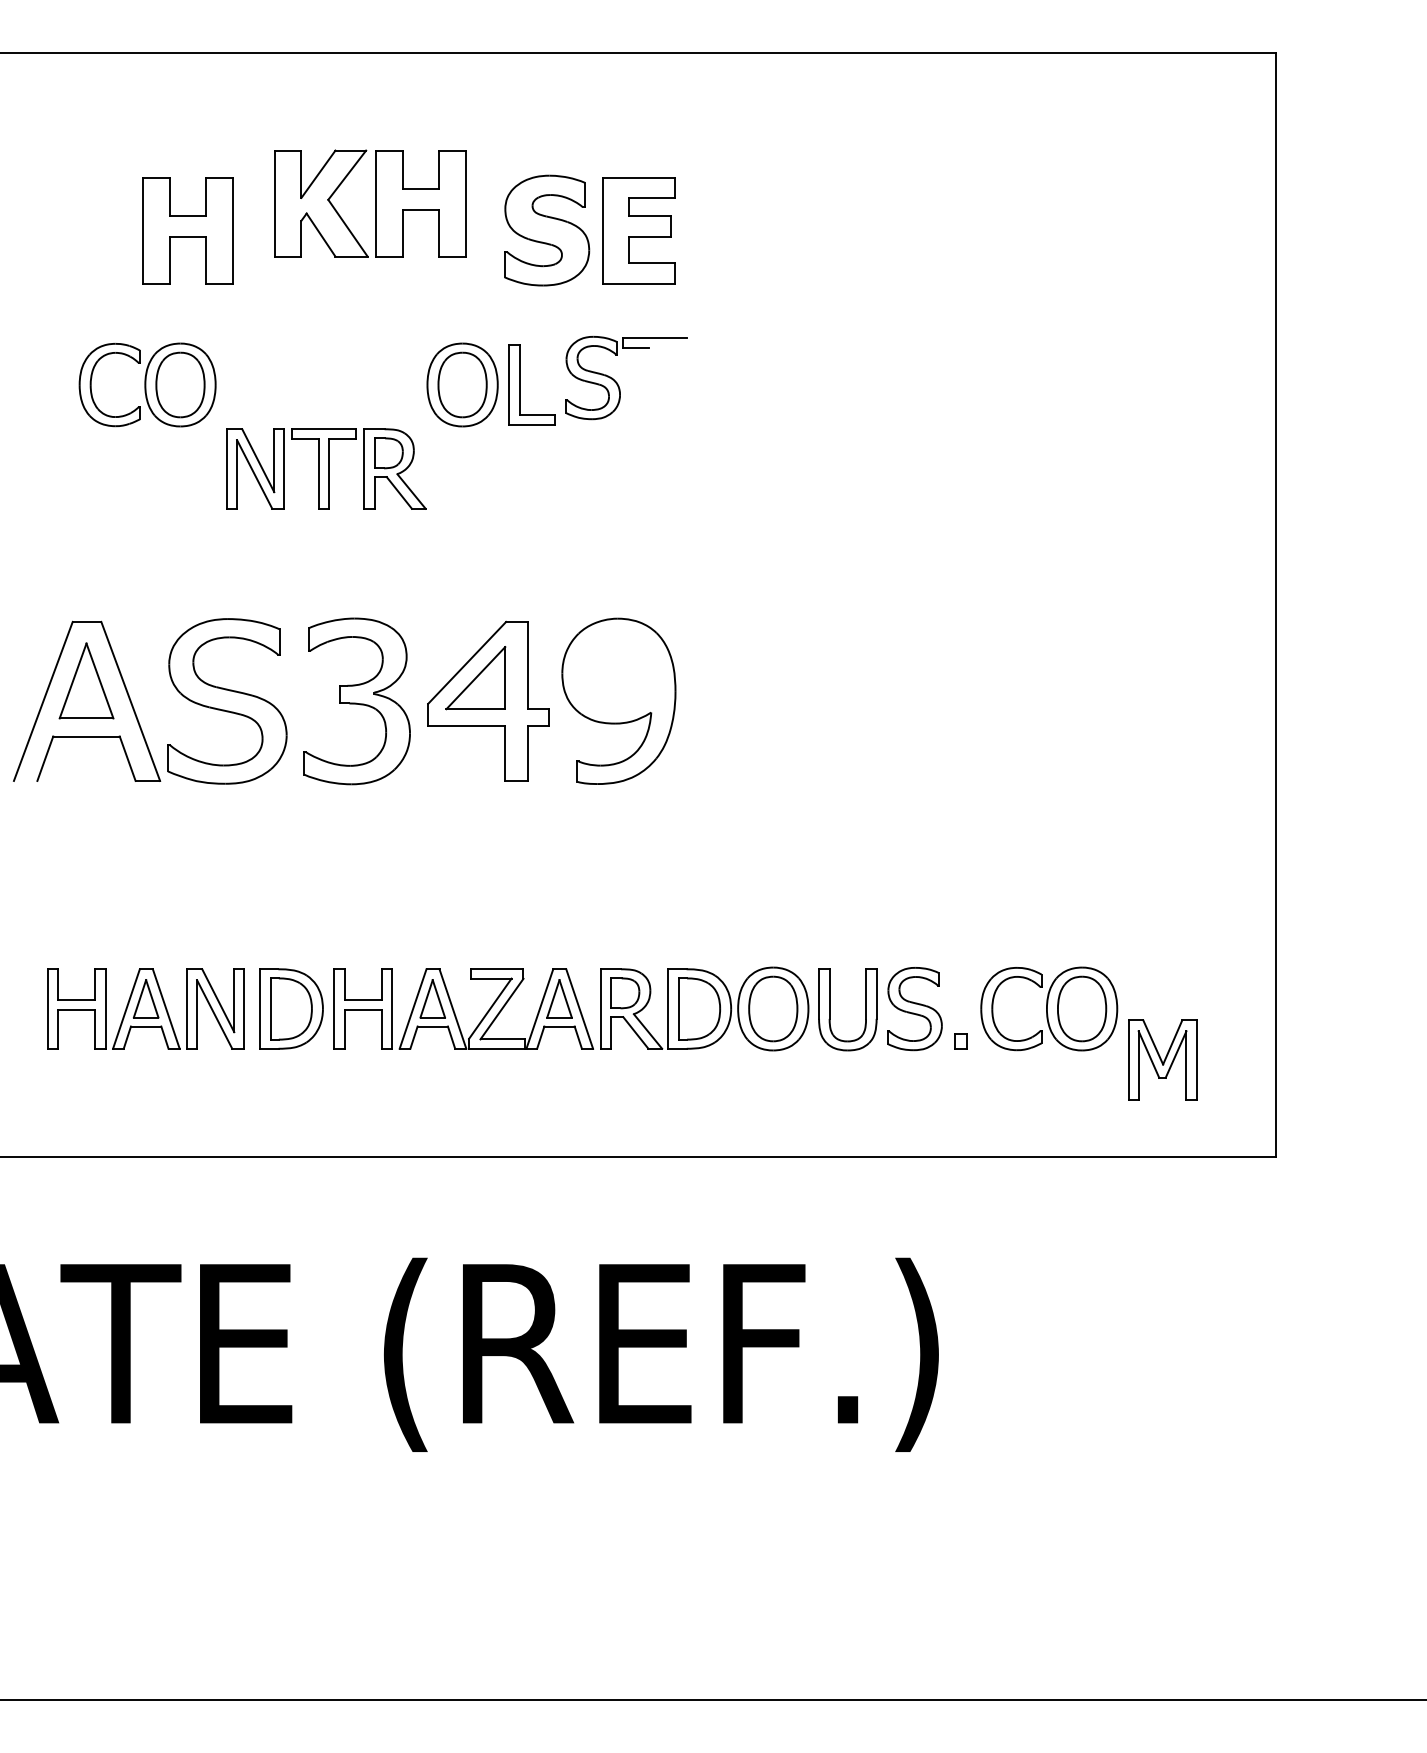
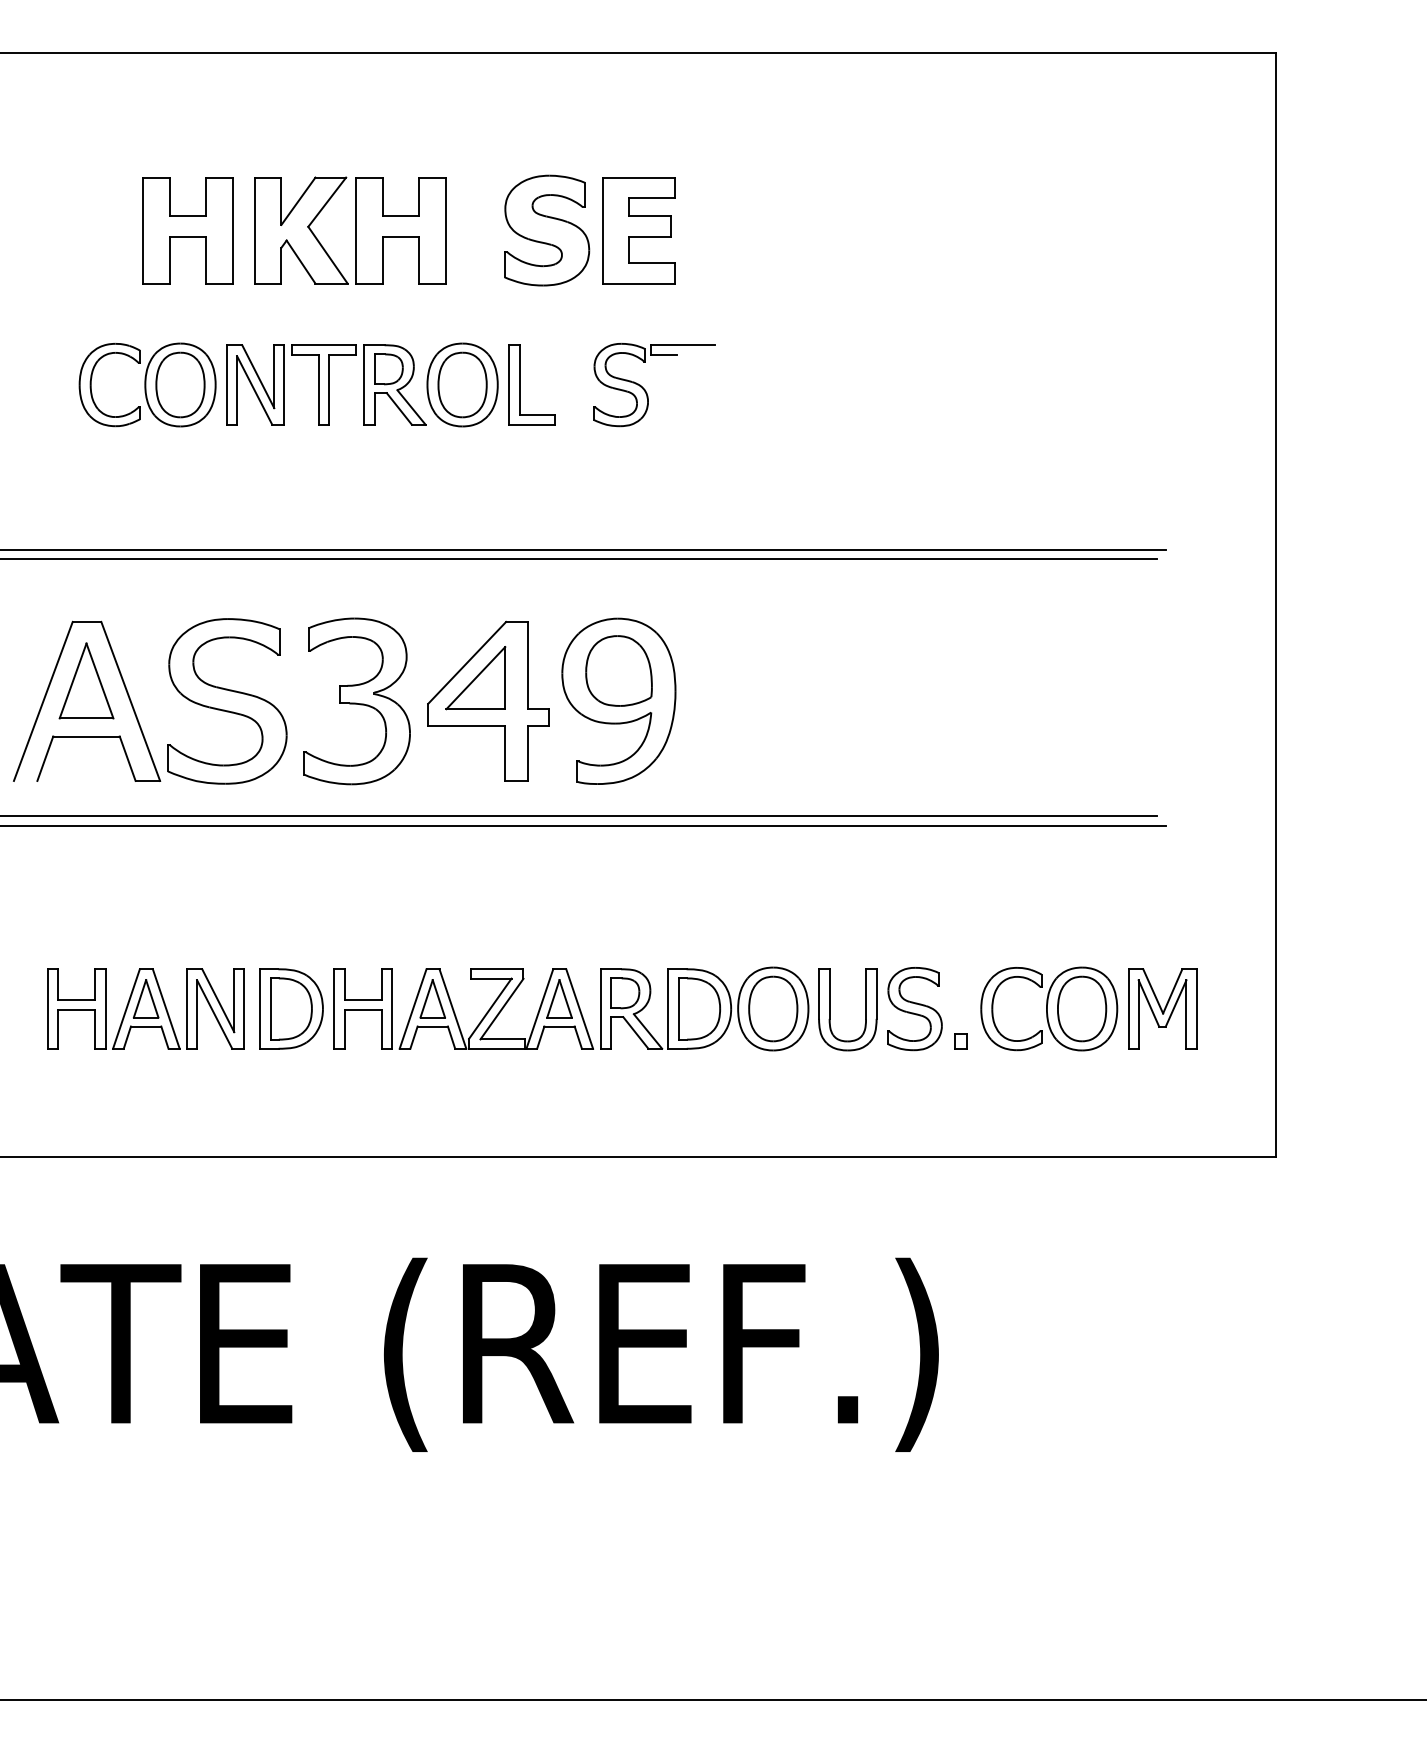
part at (370, 203) position: (370, 203) -> (350, 230)
part at (617, 382) position: (617, 382) -> (645, 389)
part at (326, 468) position: (326, 468) -> (326, 384)
line at (583, 549): none -> present
line at (579, 558): none -> present
part at (618, 670): none -> present
line at (579, 816): none -> present
line at (583, 825): none -> present
part at (1162, 1059) position: (1162, 1059) -> (1162, 1008)
